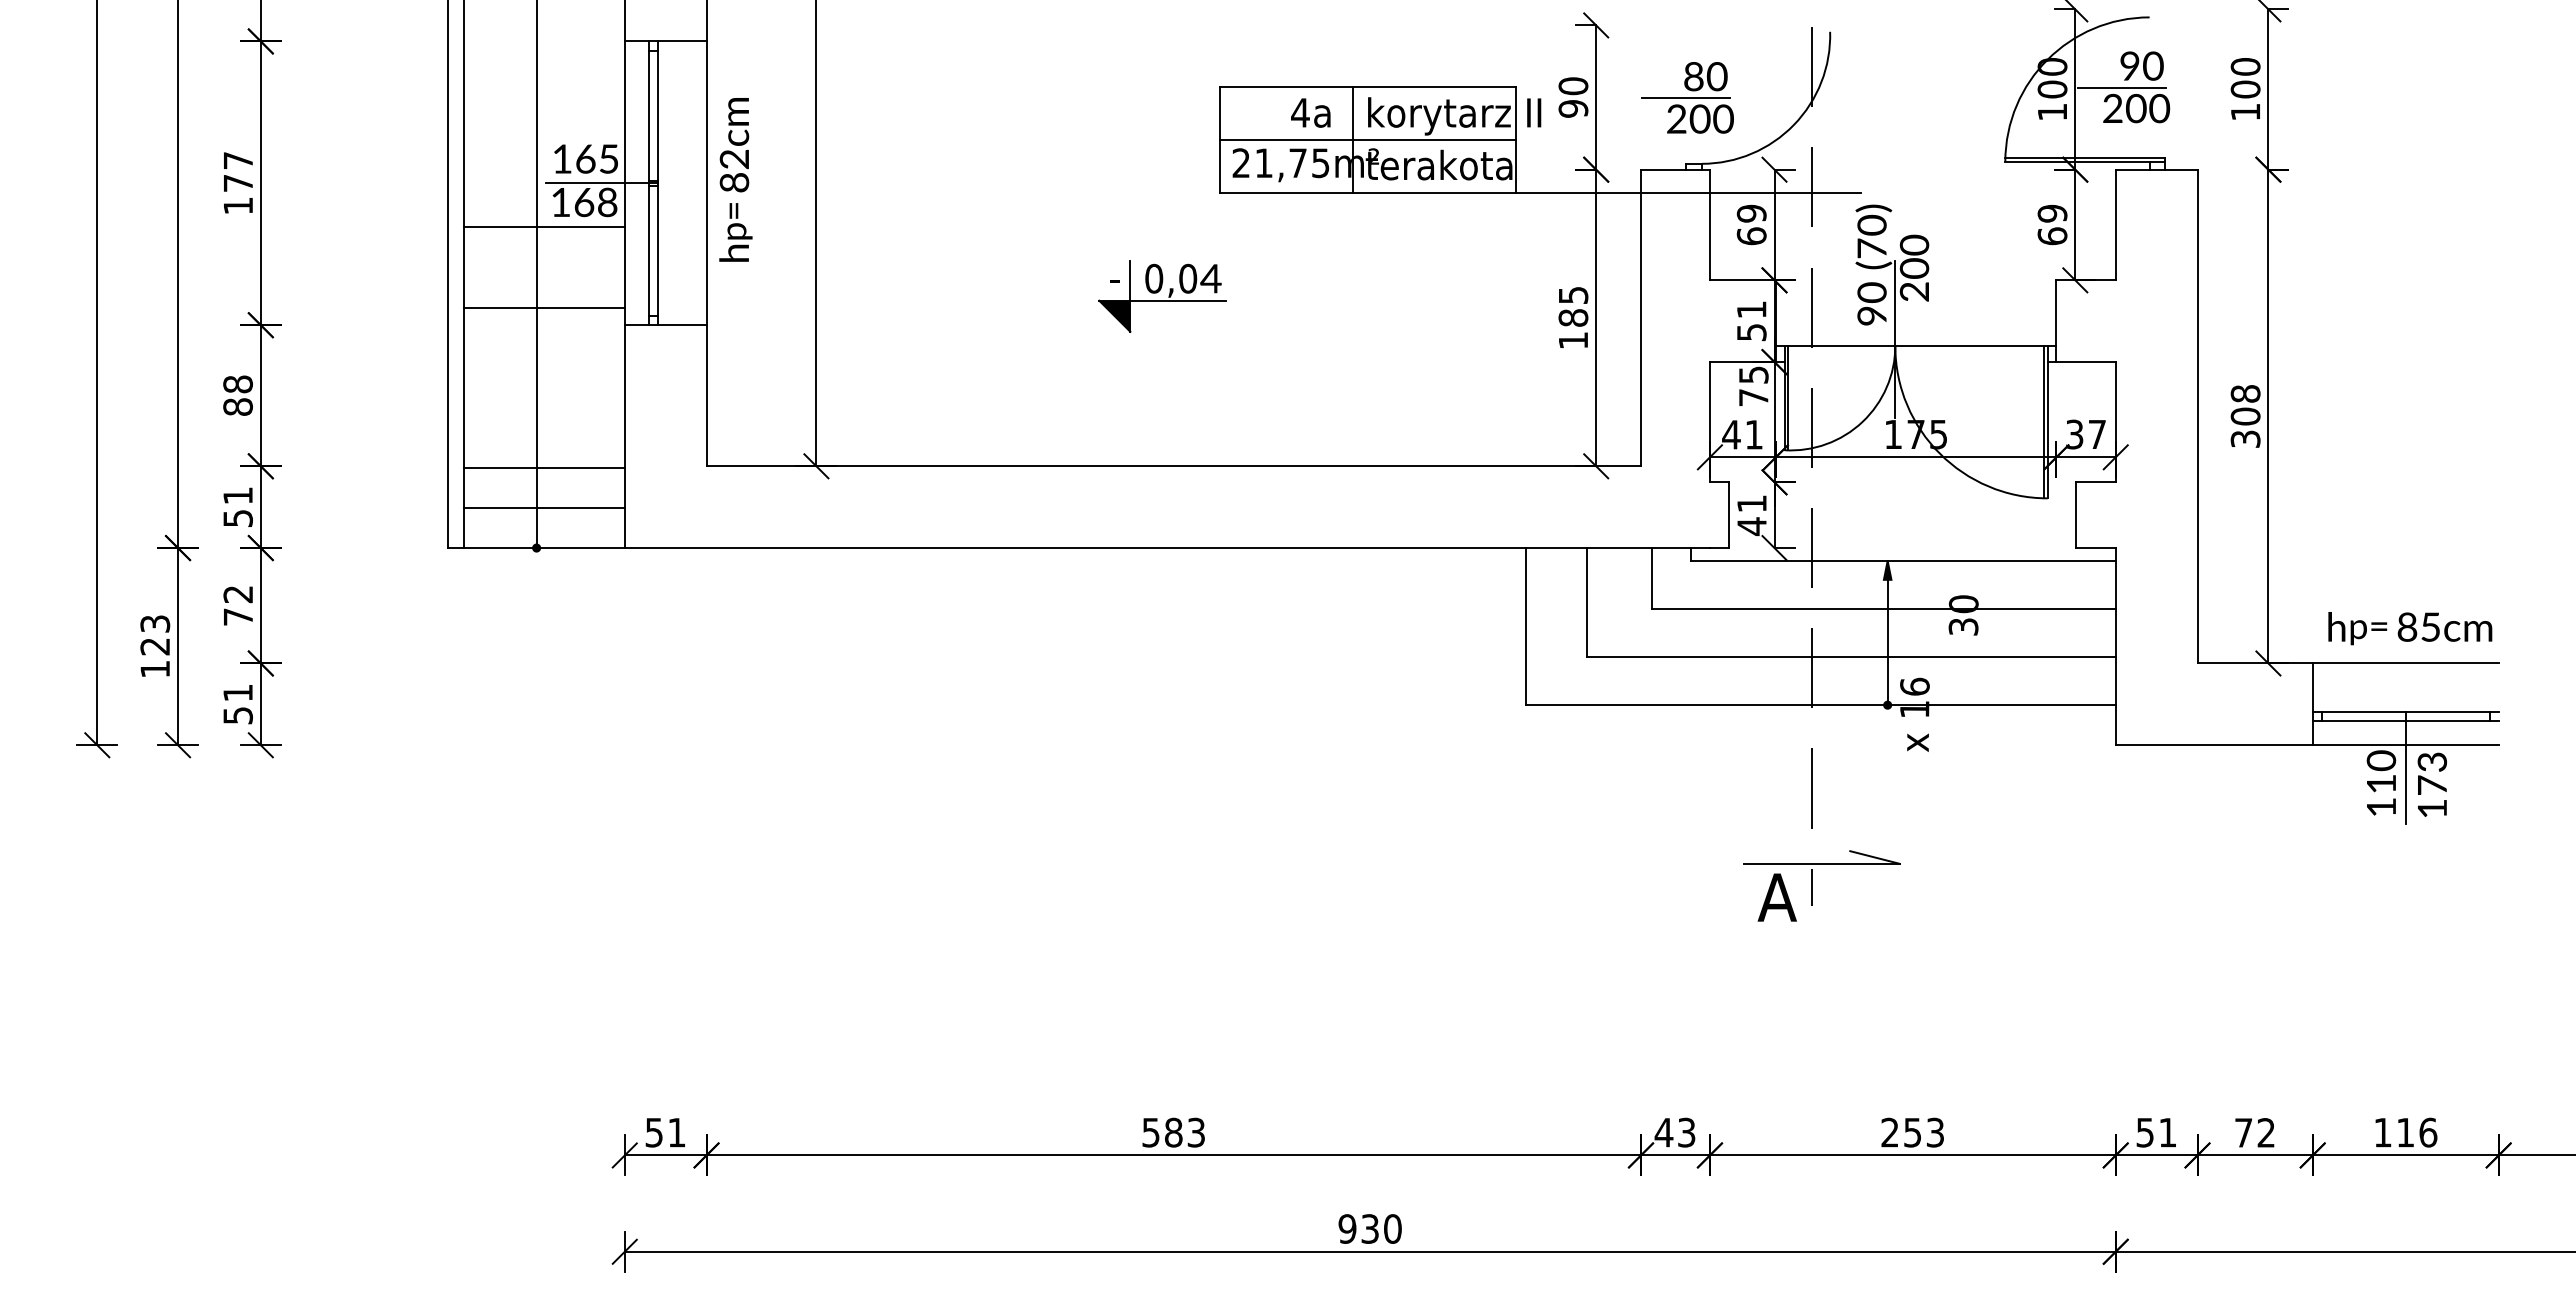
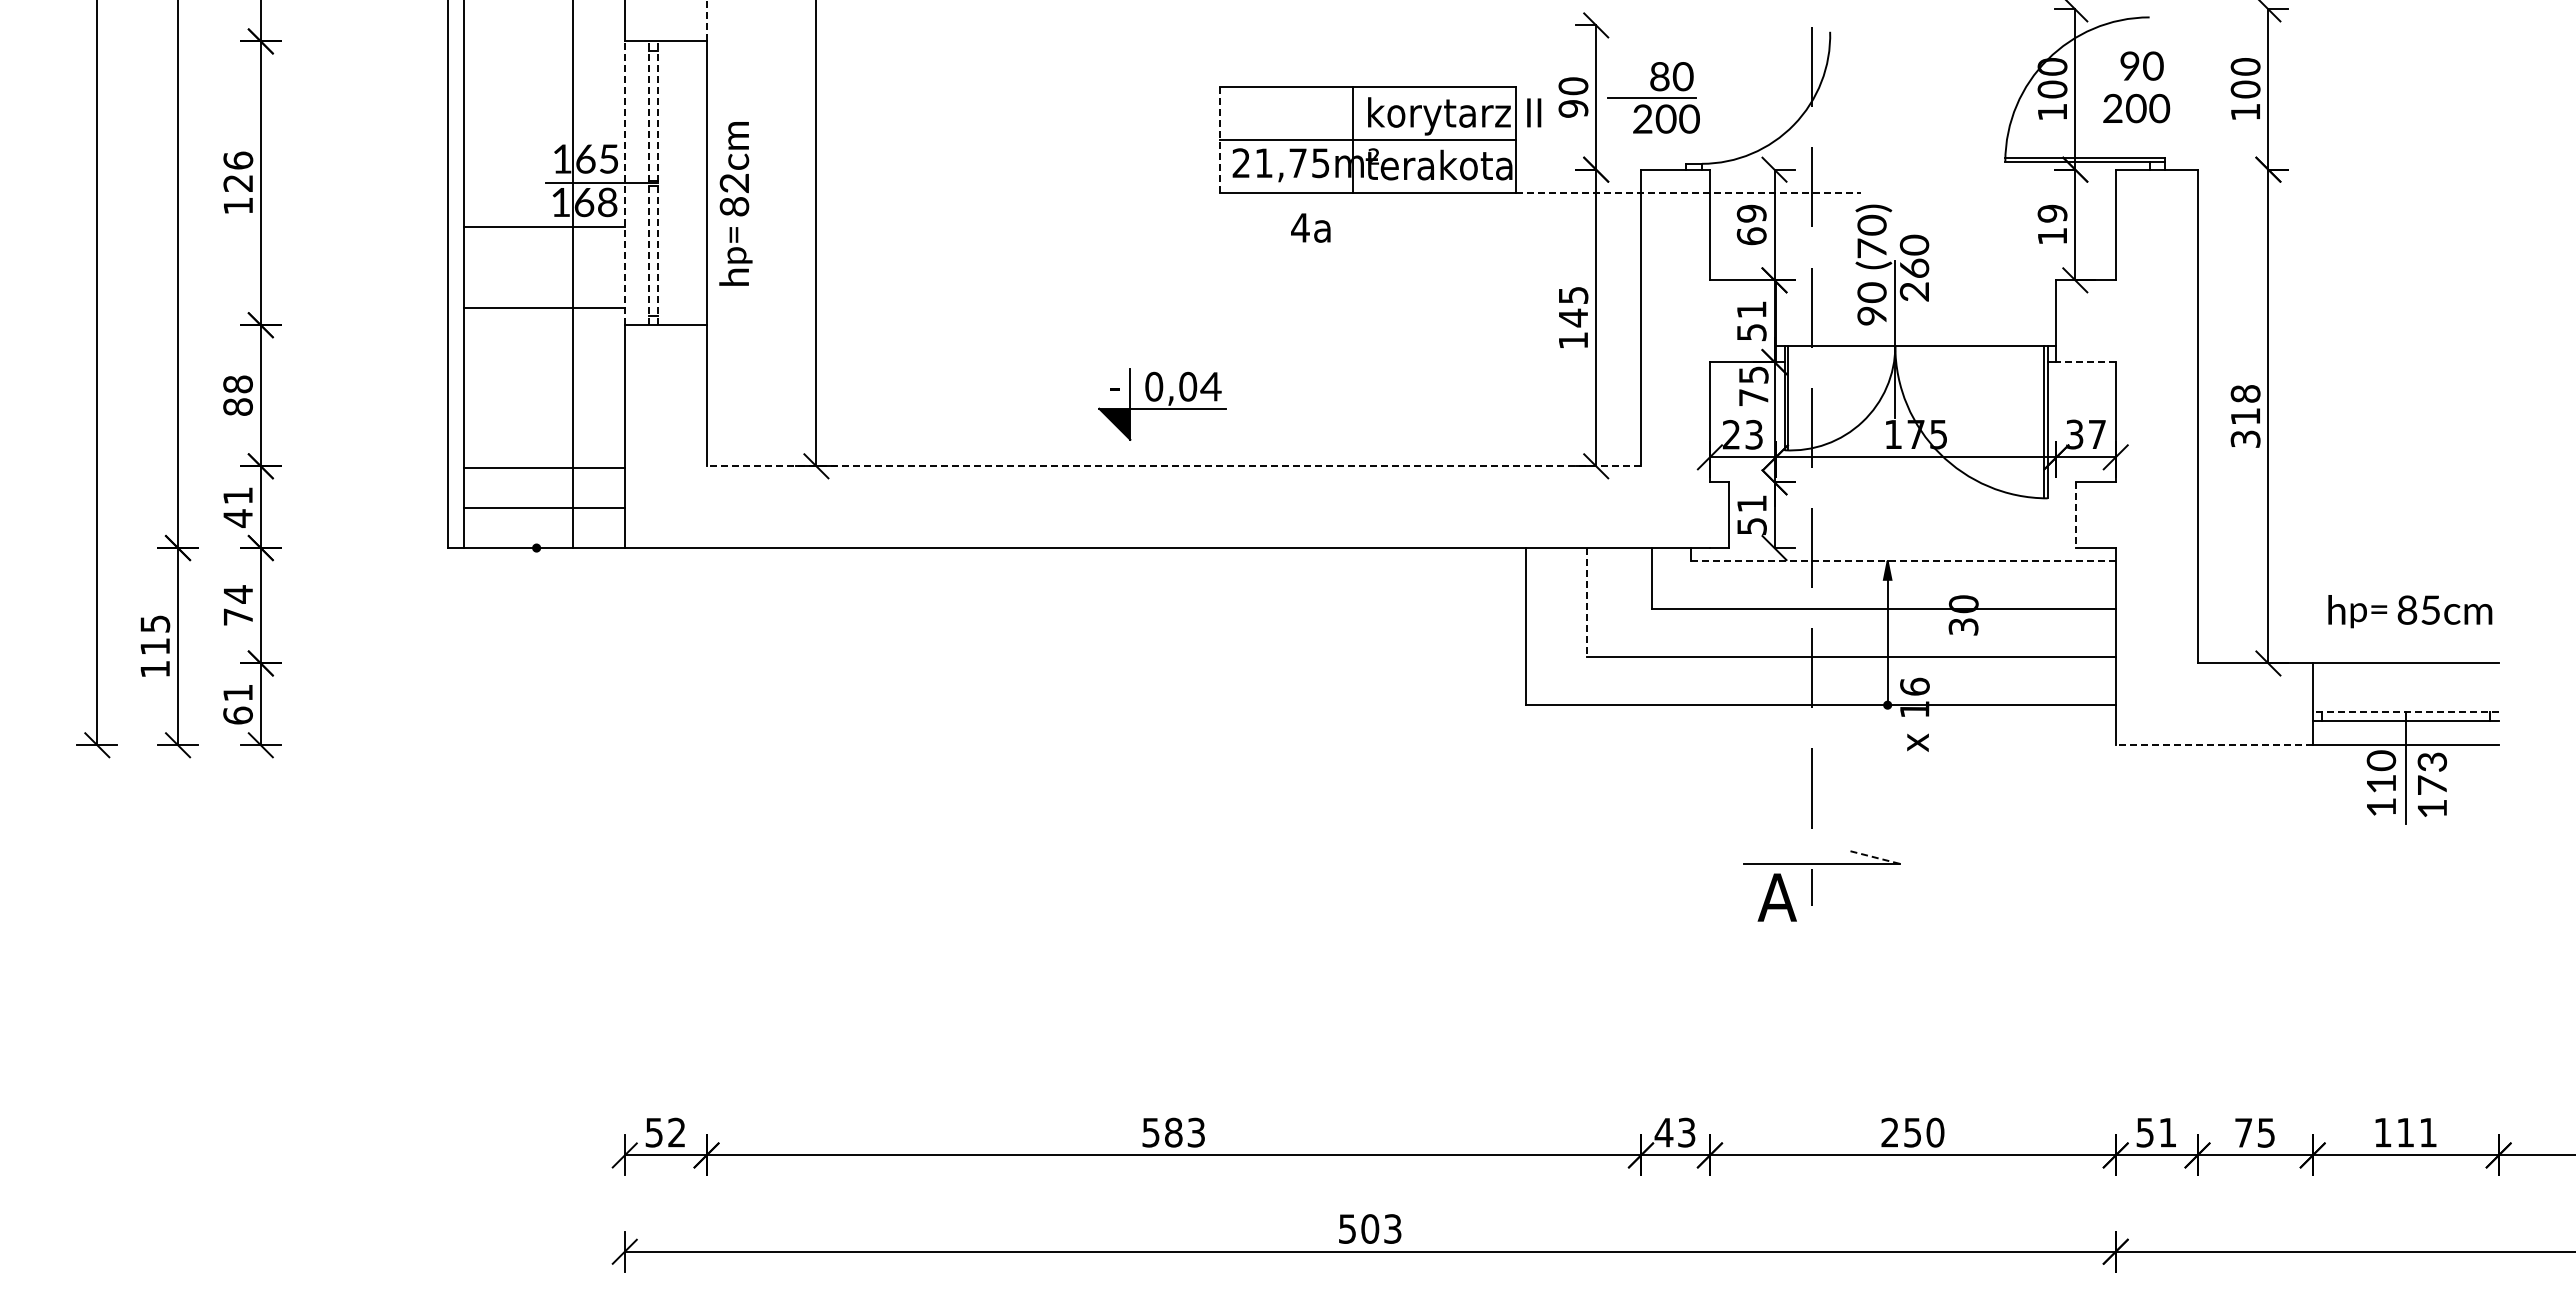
line at (706, 20): solid -> dashed
line at (2122, 87): present -> none
part at (1687, 97) position: (1687, 97) -> (1653, 97)
text at (1310, 112) position: (1310, 112) -> (1310, 227)
line at (1219, 139): solid -> dashed
text at (238, 171): 177 -> 126
text at (735, 179) position: (735, 179) -> (735, 203)
line at (624, 183): solid -> dashed
line at (648, 183): solid -> dashed
line at (658, 183): solid -> dashed
line at (1688, 192): solid -> dashed
text at (2052, 236): 69 -> 19
text at (1913, 268): 200 -> 260
line at (536, 275) position: (536, 275) -> (572, 275)
part at (1162, 296) position: (1162, 296) -> (1162, 404)
text at (1573, 317): 185 -> 145
line at (2086, 362): solid -> dashed
text at (2245, 416): 308 -> 318
text at (1742, 434): 41 -> 23
line at (1173, 466): solid -> dashed
line at (2075, 515): solid -> dashed
text at (237, 518): 51 -> 41
text at (1751, 526): 41 -> 51
line at (1903, 560): solid -> dashed
text at (237, 594): 72 -> 74
line at (1586, 602): solid -> dashed
text at (2410, 628) position: (2410, 628) -> (2410, 611)
text at (154, 635): 123 -> 115
line at (2405, 711): solid -> dashed
text at (237, 715): 51 -> 61
line at (2213, 745): solid -> dashed
line at (1875, 857): solid -> dashed
text at (676, 1132): 51 -> 52
text at (1935, 1132): 253 -> 250
text at (2265, 1132): 72 -> 75
text at (2428, 1132): 116 -> 111
text at (1369, 1228): 930 -> 503
